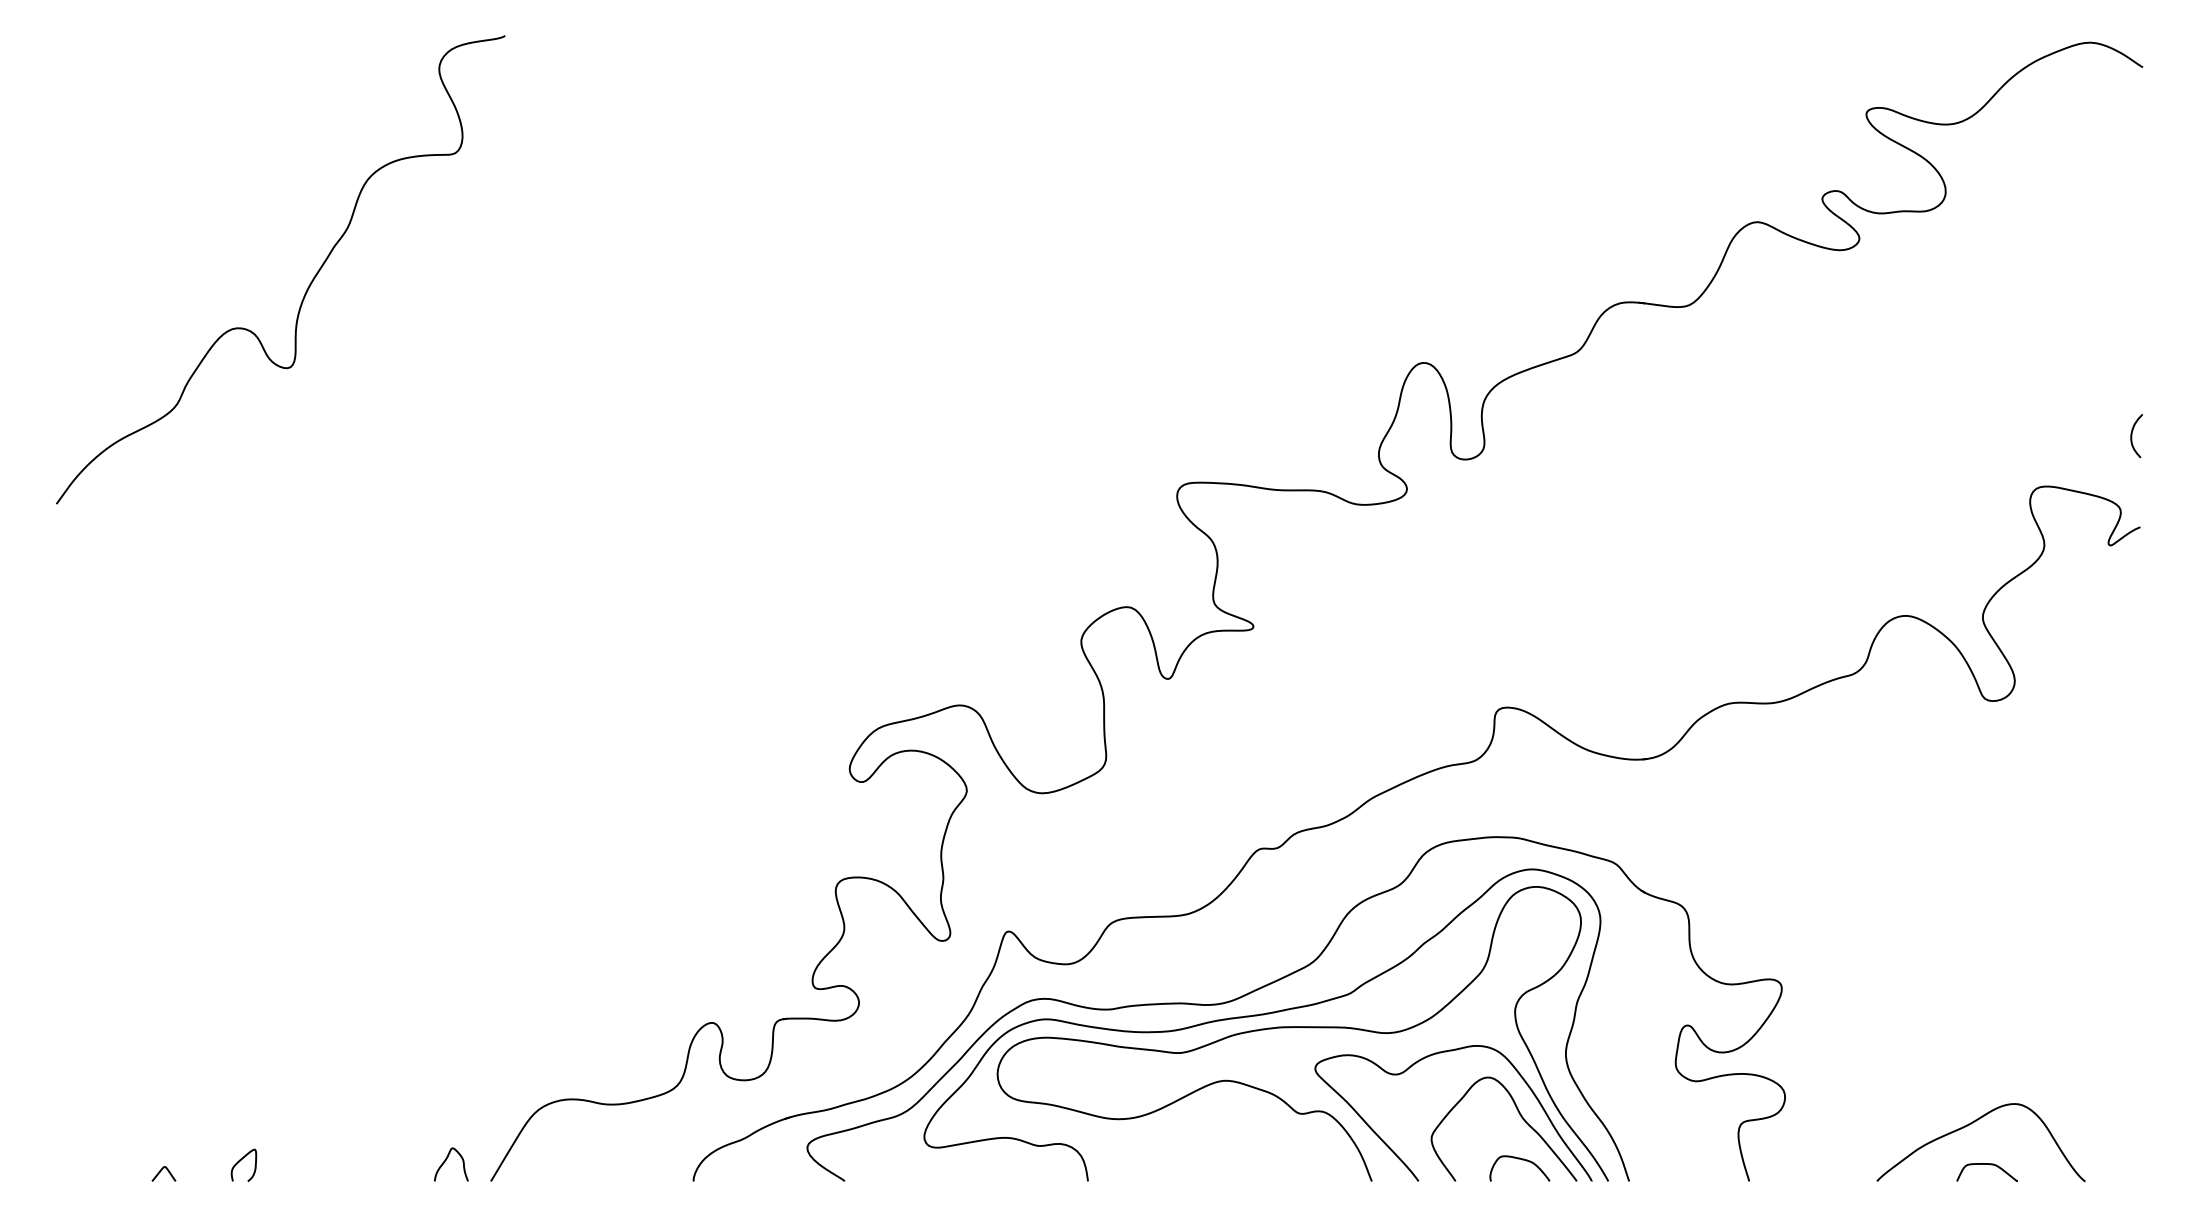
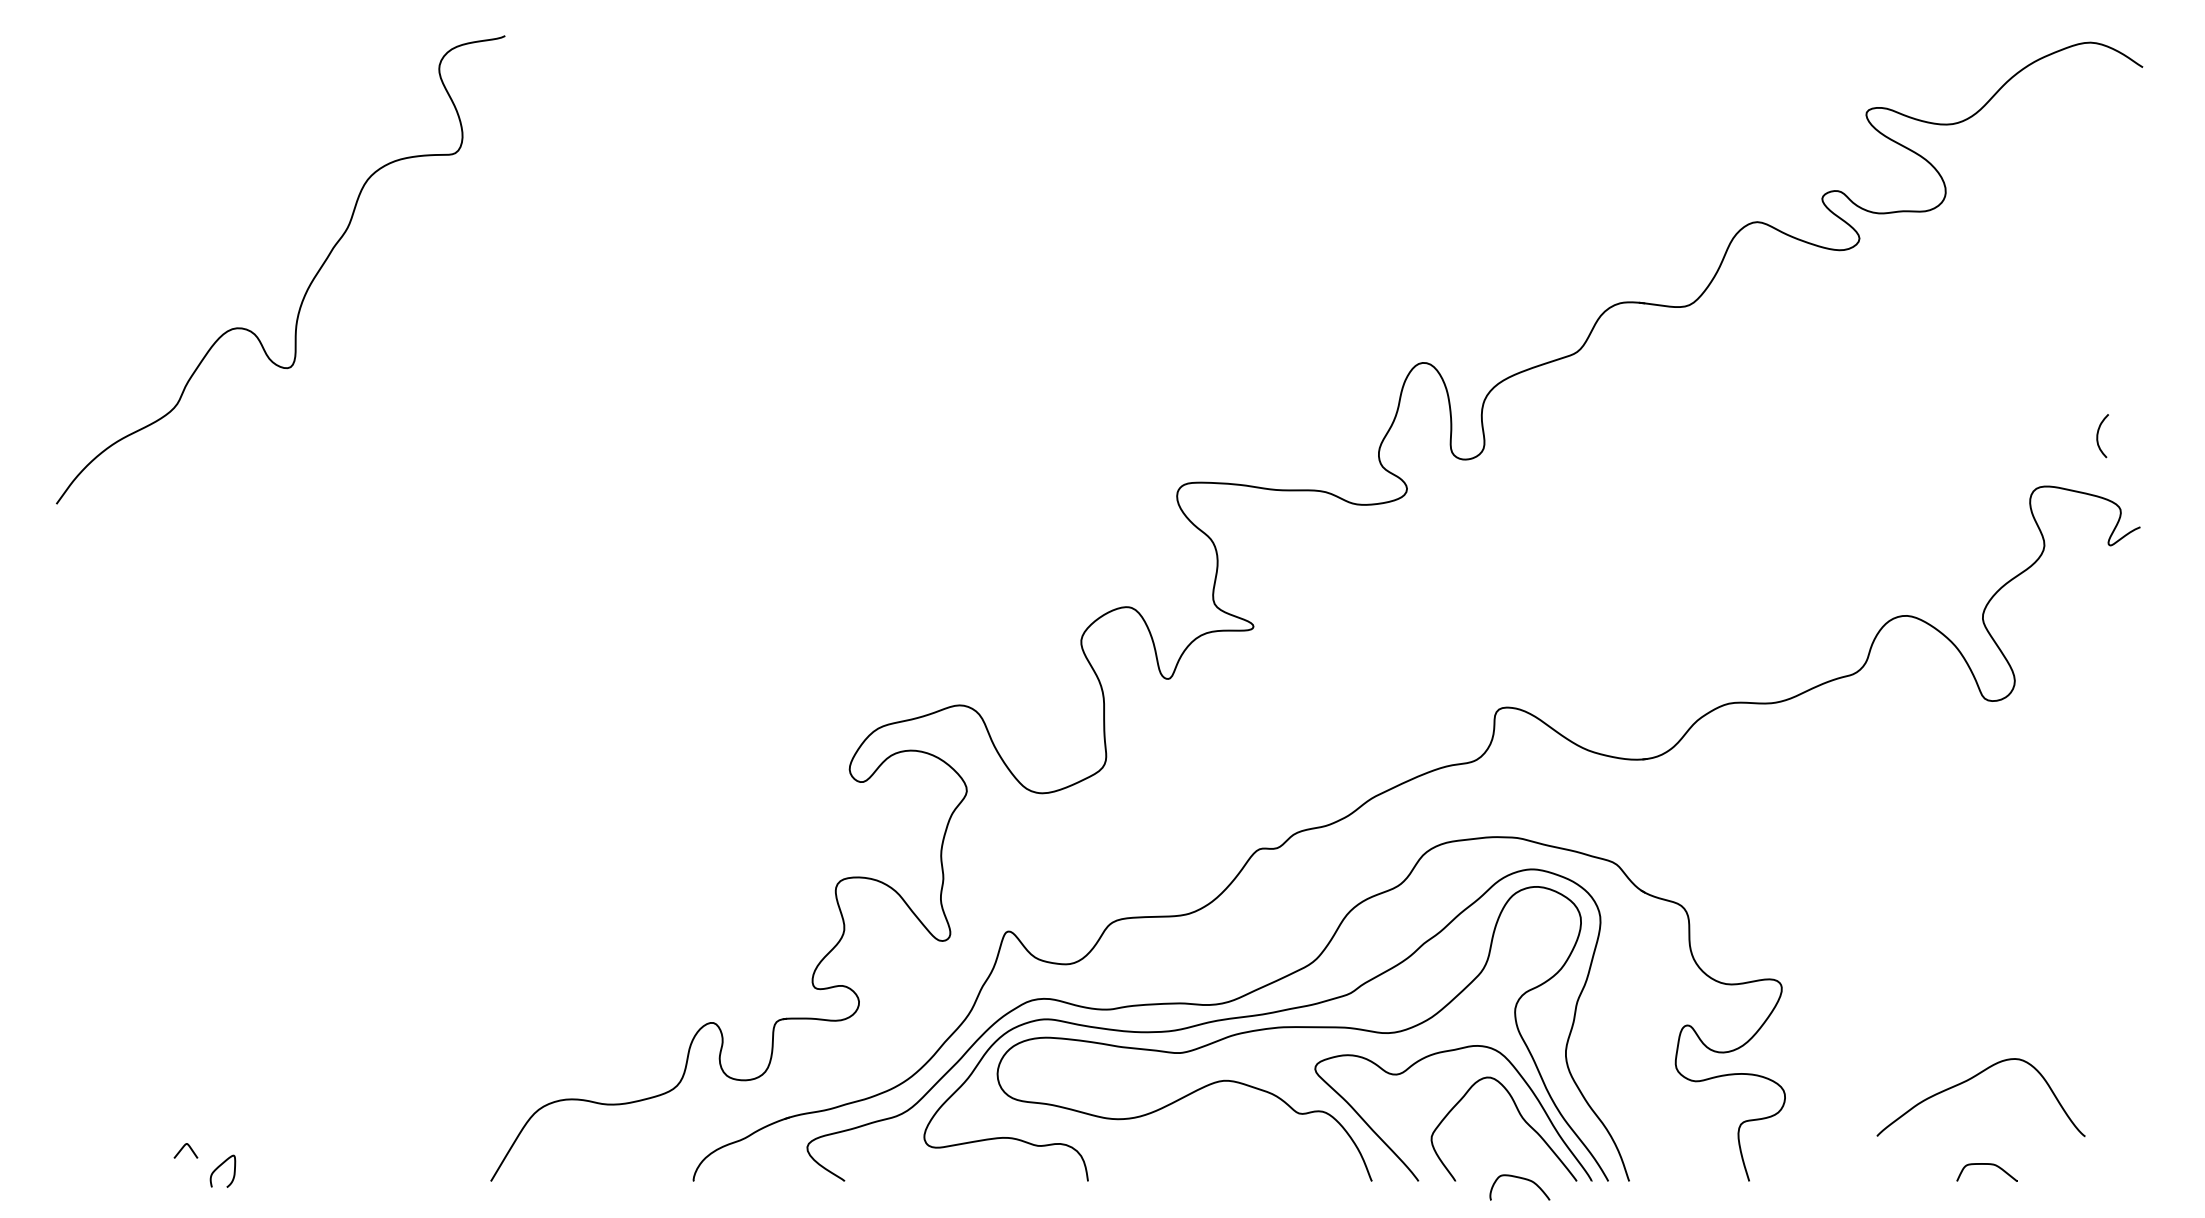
curve at (2132, 436) position: (2132, 436) -> (2098, 436)
curve at (1971, 1124) position: (1971, 1124) -> (1971, 1079)
curve at (1522, 1160) position: (1522, 1160) -> (1522, 1179)
curve at (240, 1161) position: (240, 1161) -> (219, 1167)
curve at (445, 1162): present -> none
curve at (161, 1171) position: (161, 1171) -> (183, 1148)
